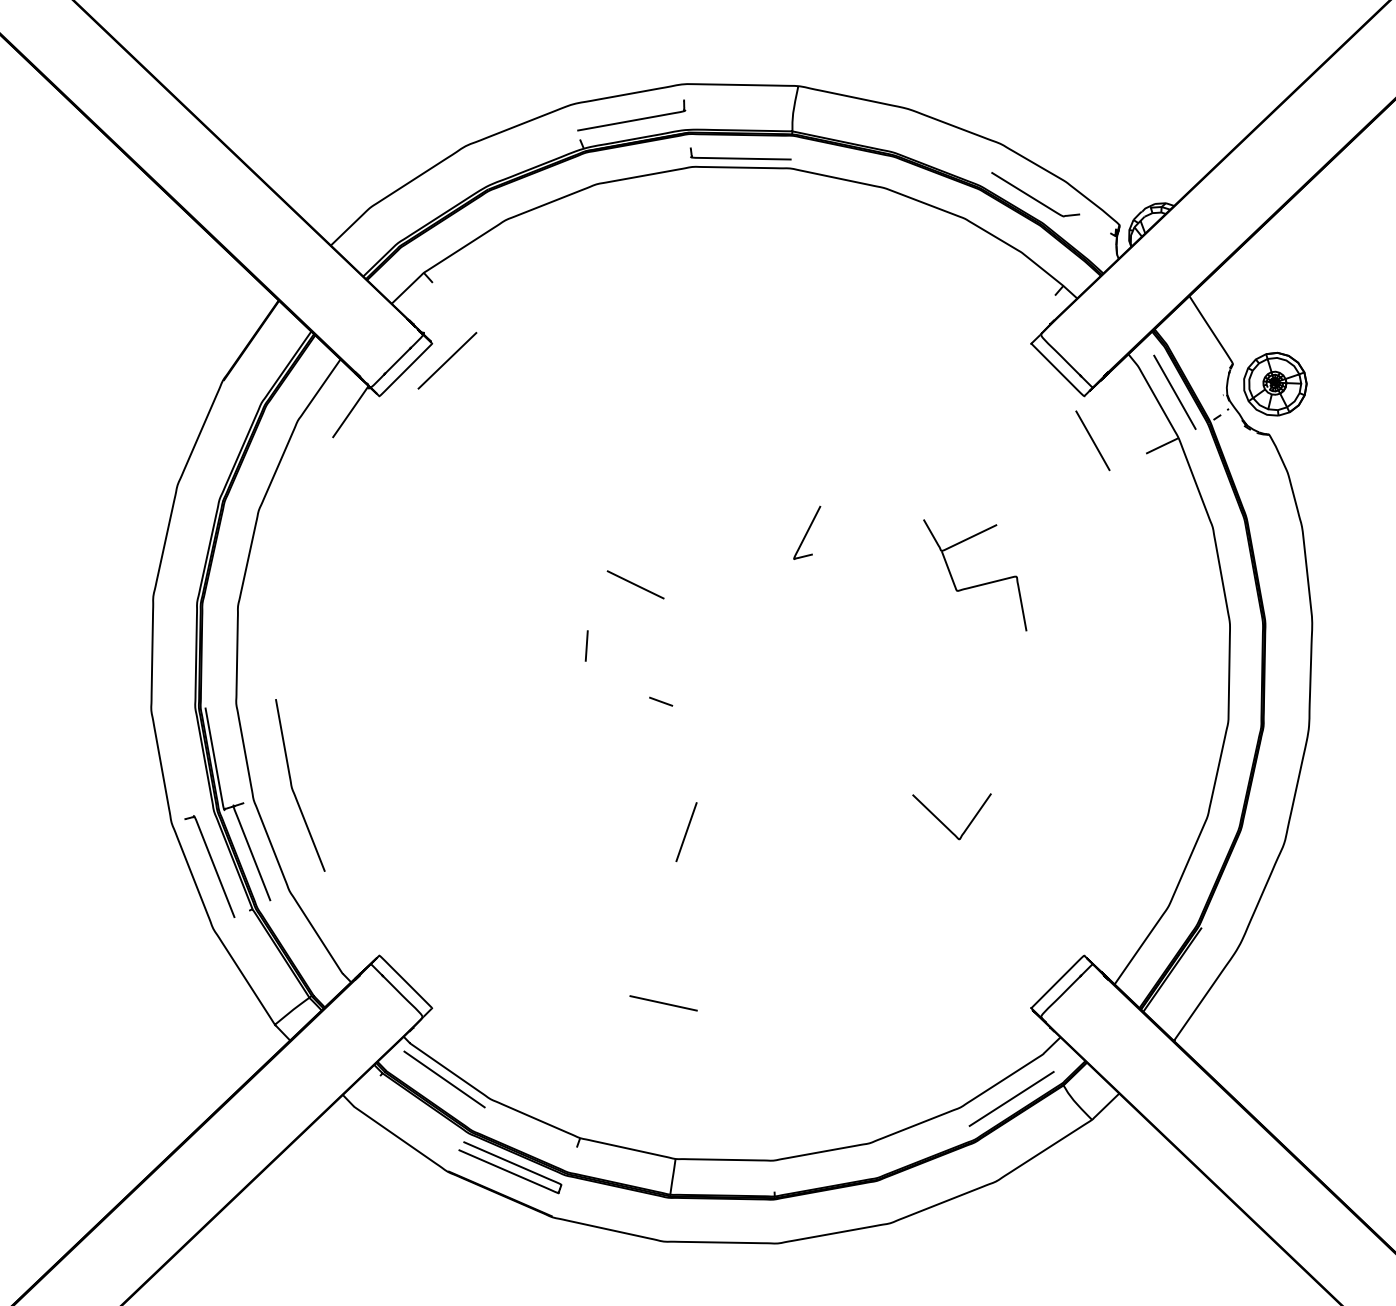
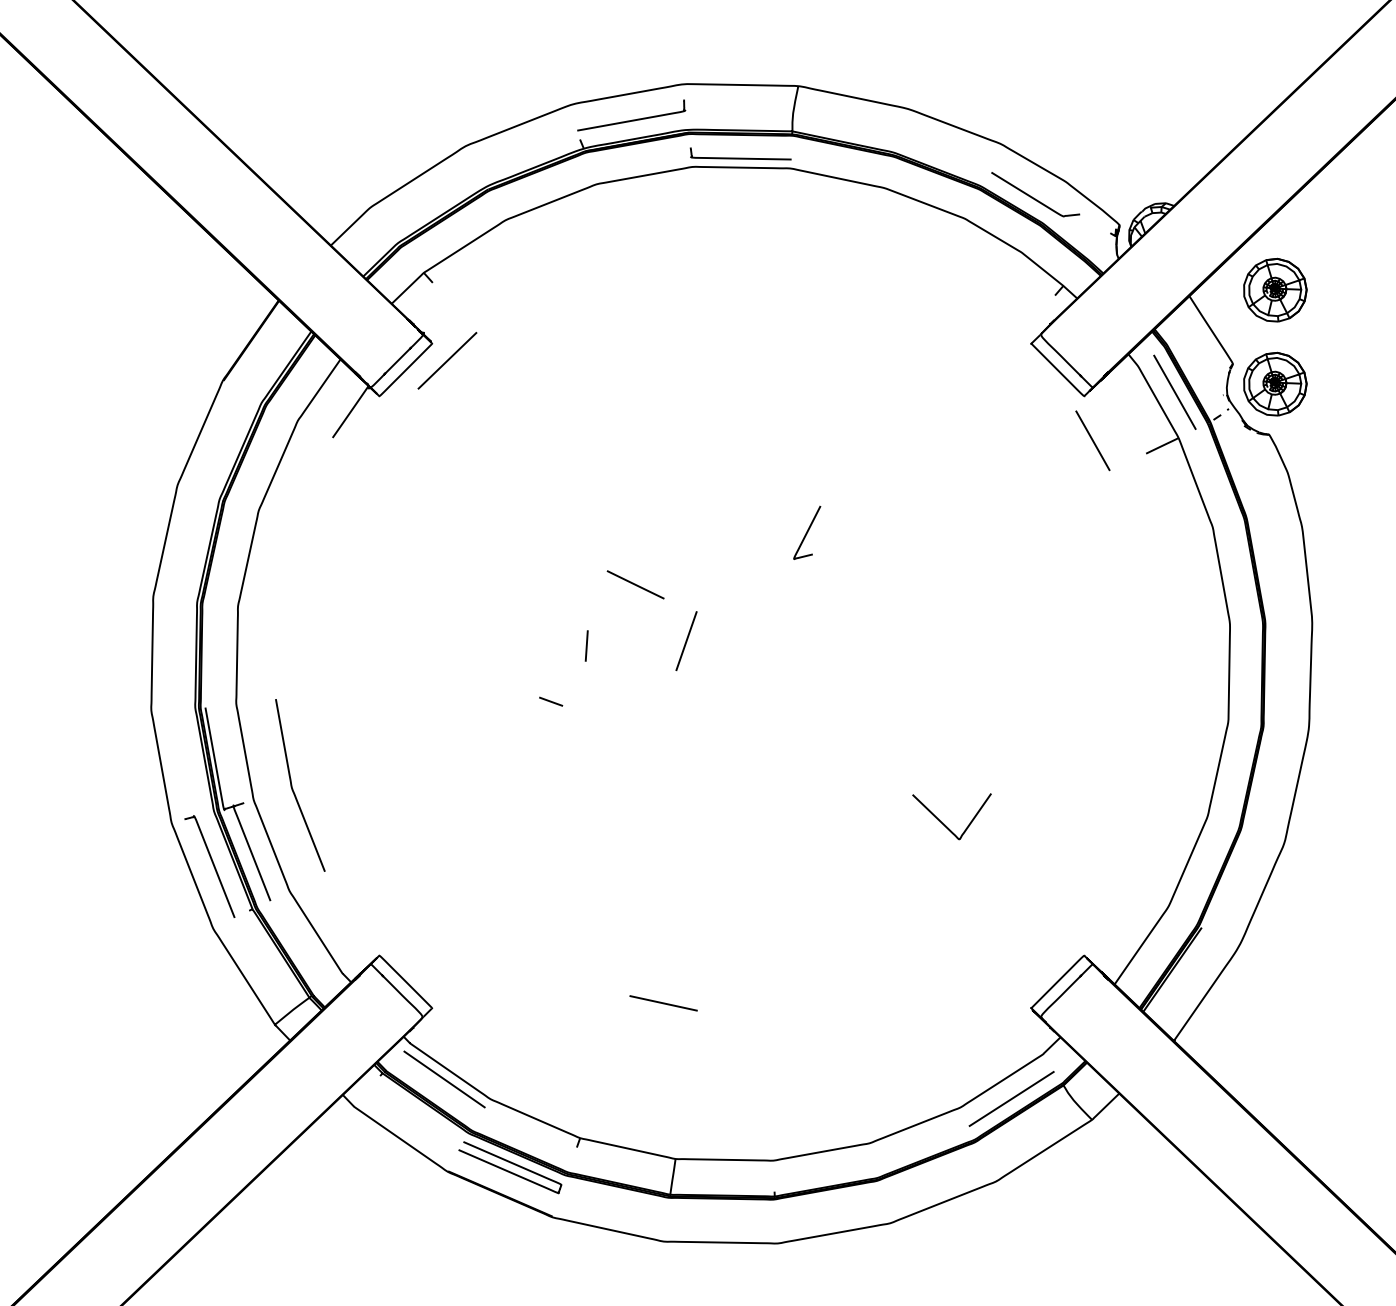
part at (1275, 289): none -> present
part at (978, 584): present -> none
line at (661, 701) position: (661, 701) -> (551, 701)
line at (686, 832) position: (686, 832) -> (686, 641)
